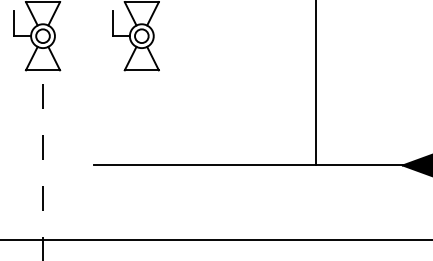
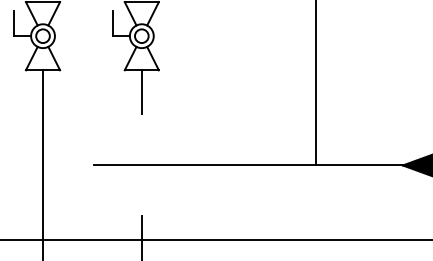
line at (141, 92): none -> present
line at (43, 165): dashed -> solid
line at (141, 236): none -> present
